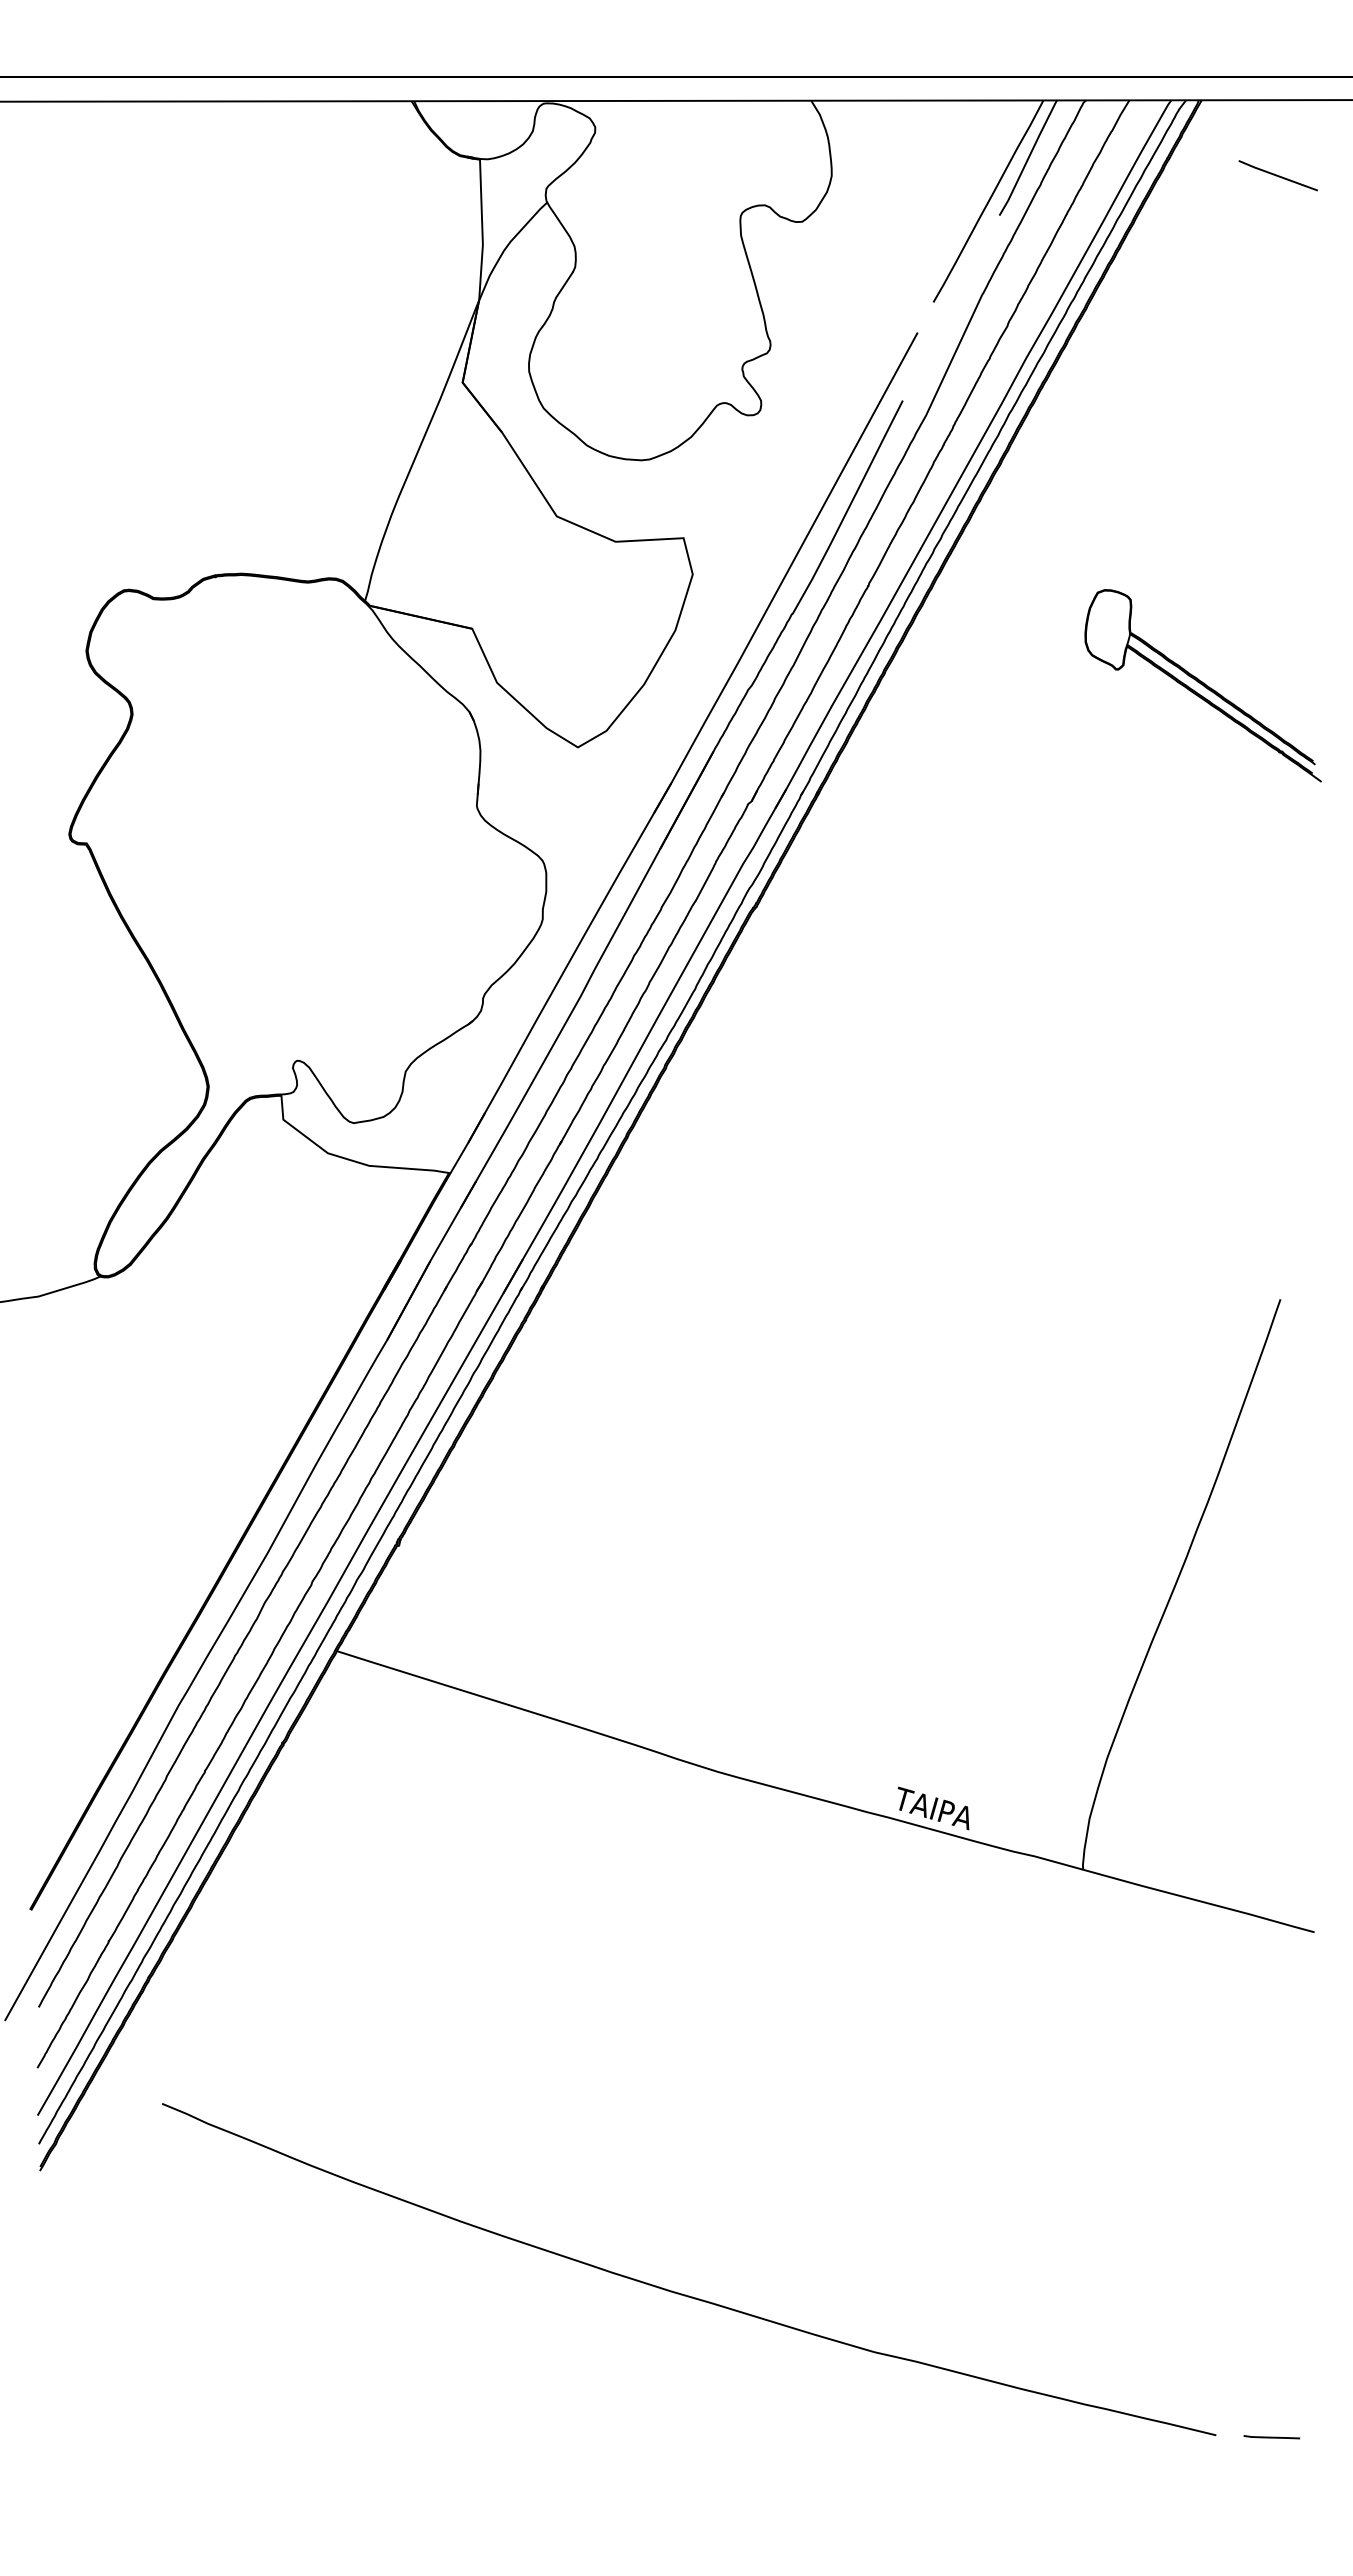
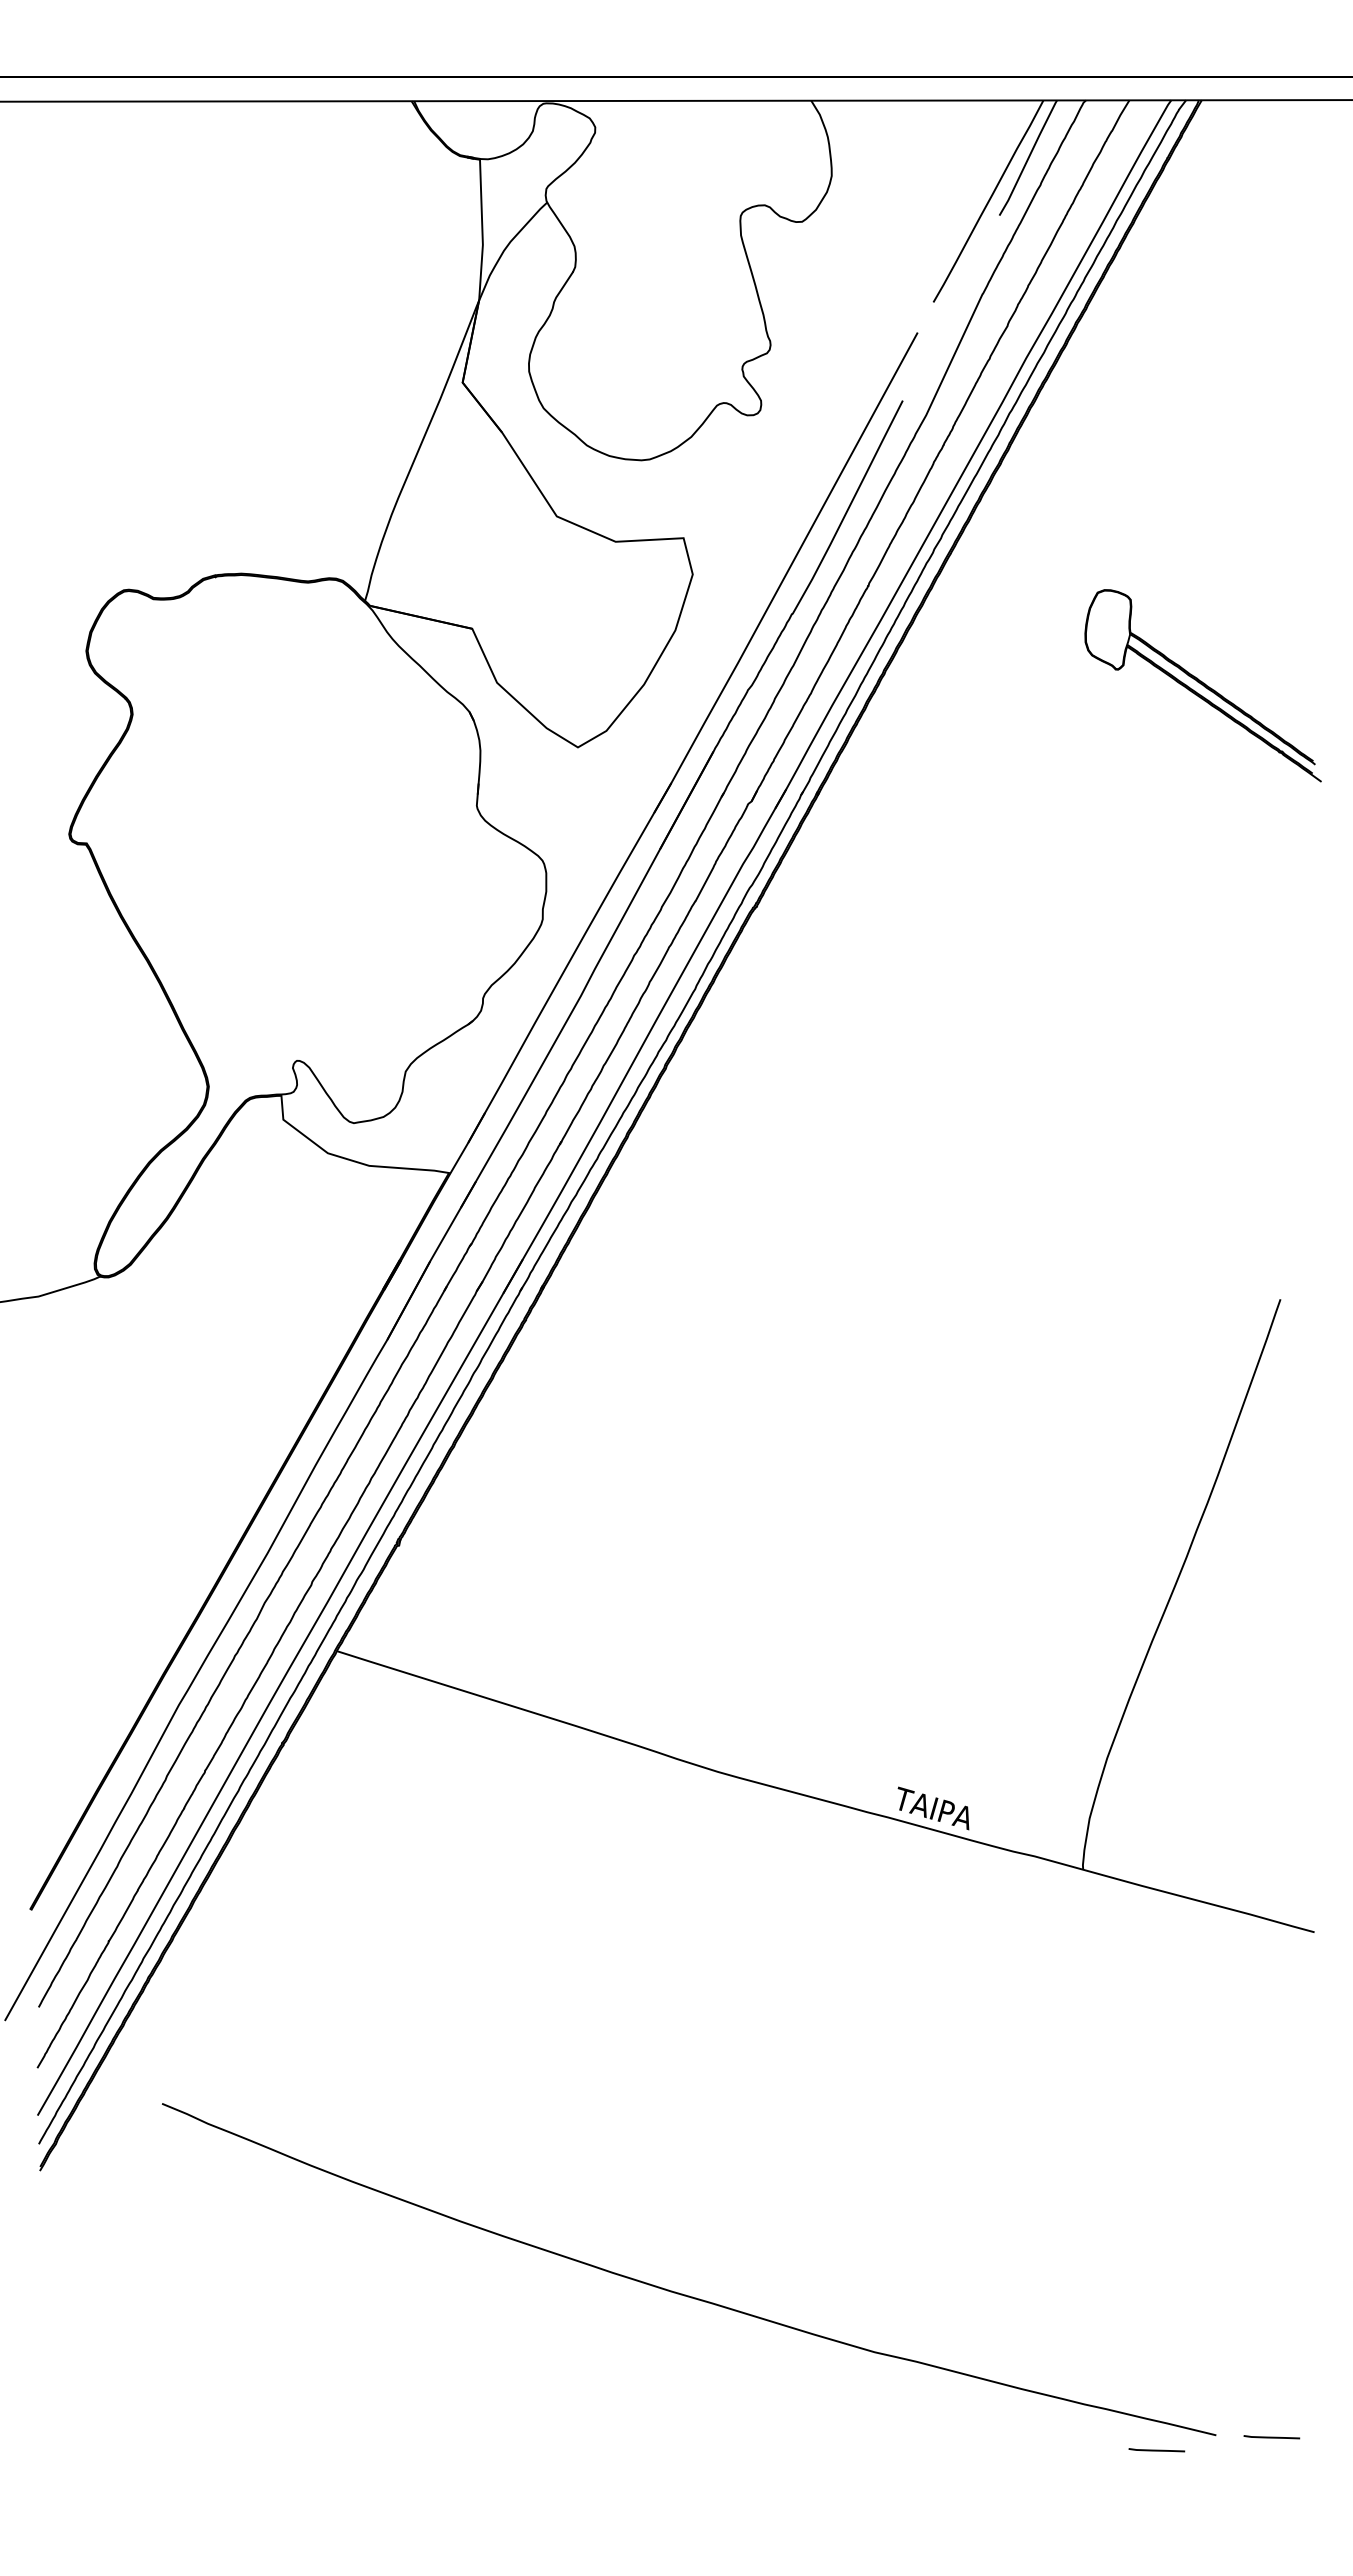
line at (1277, 175): present -> none
line at (1156, 2450): none -> present
